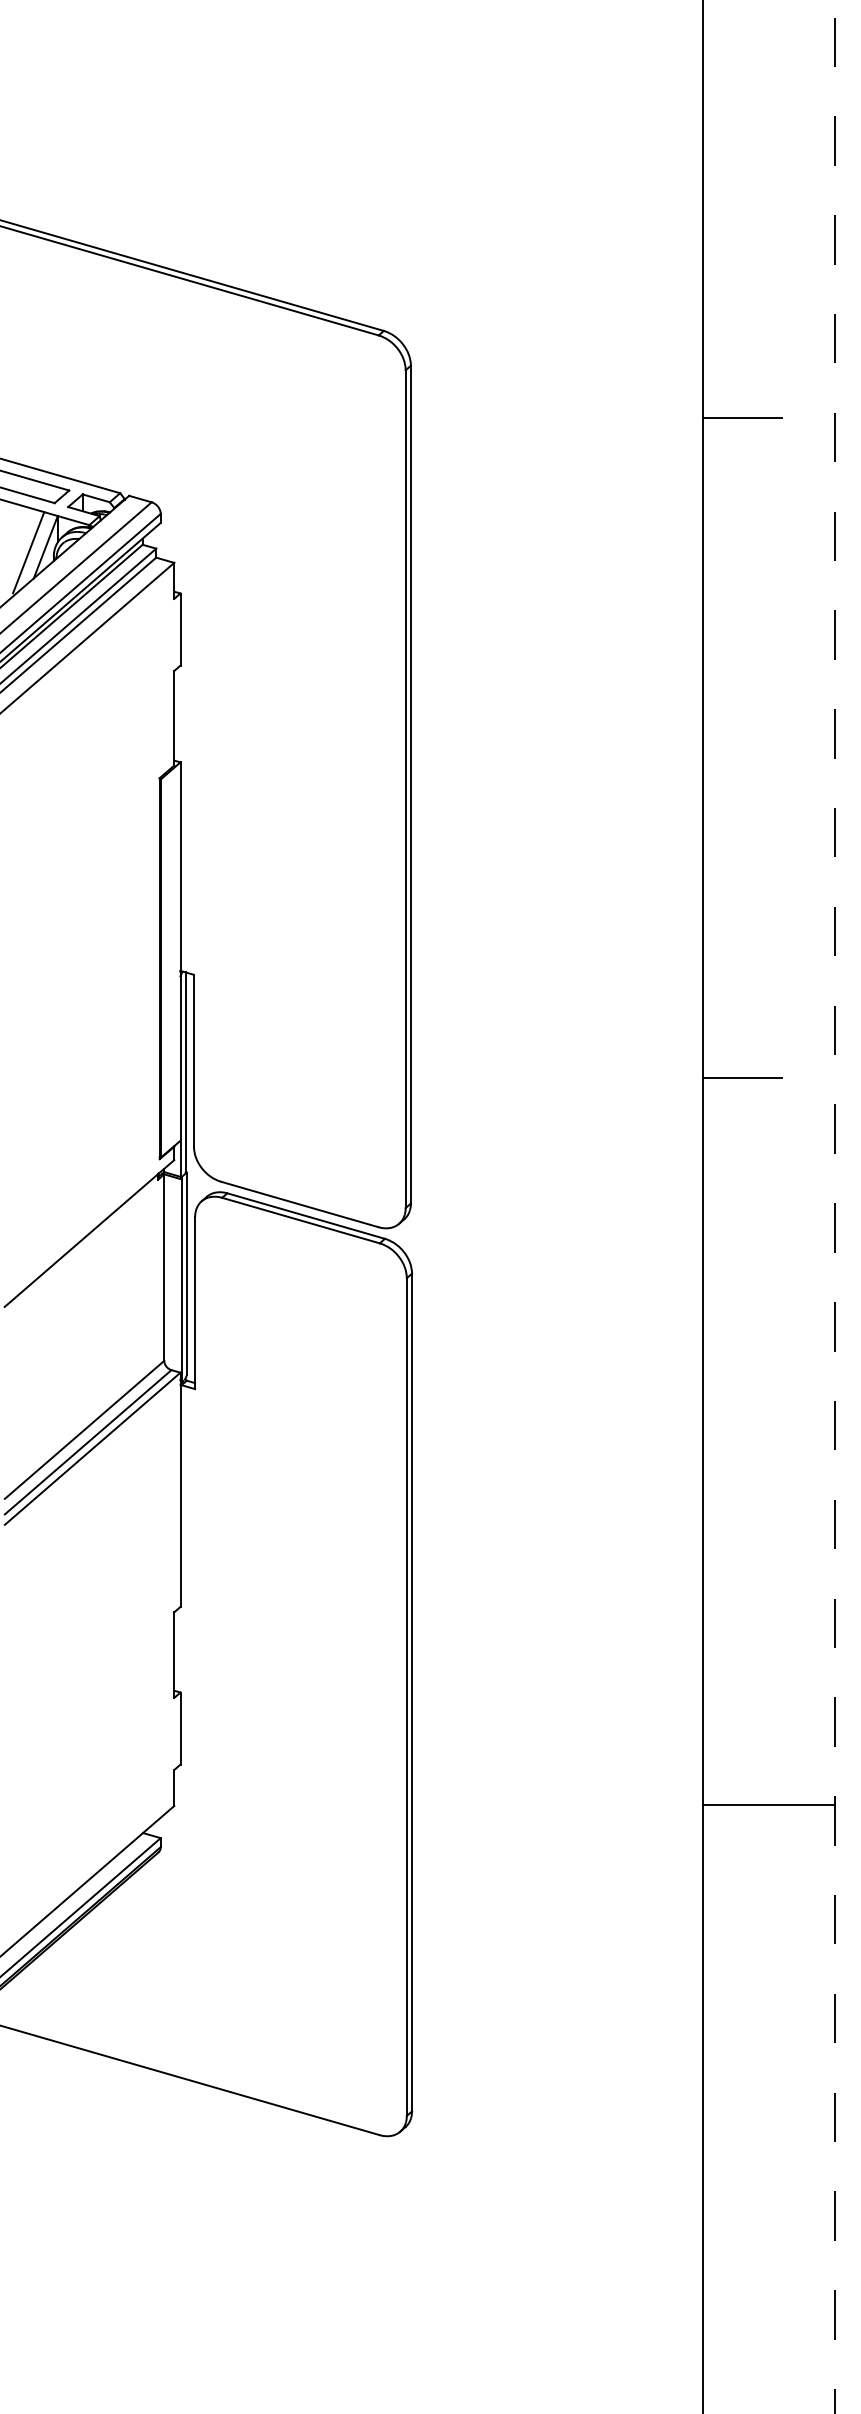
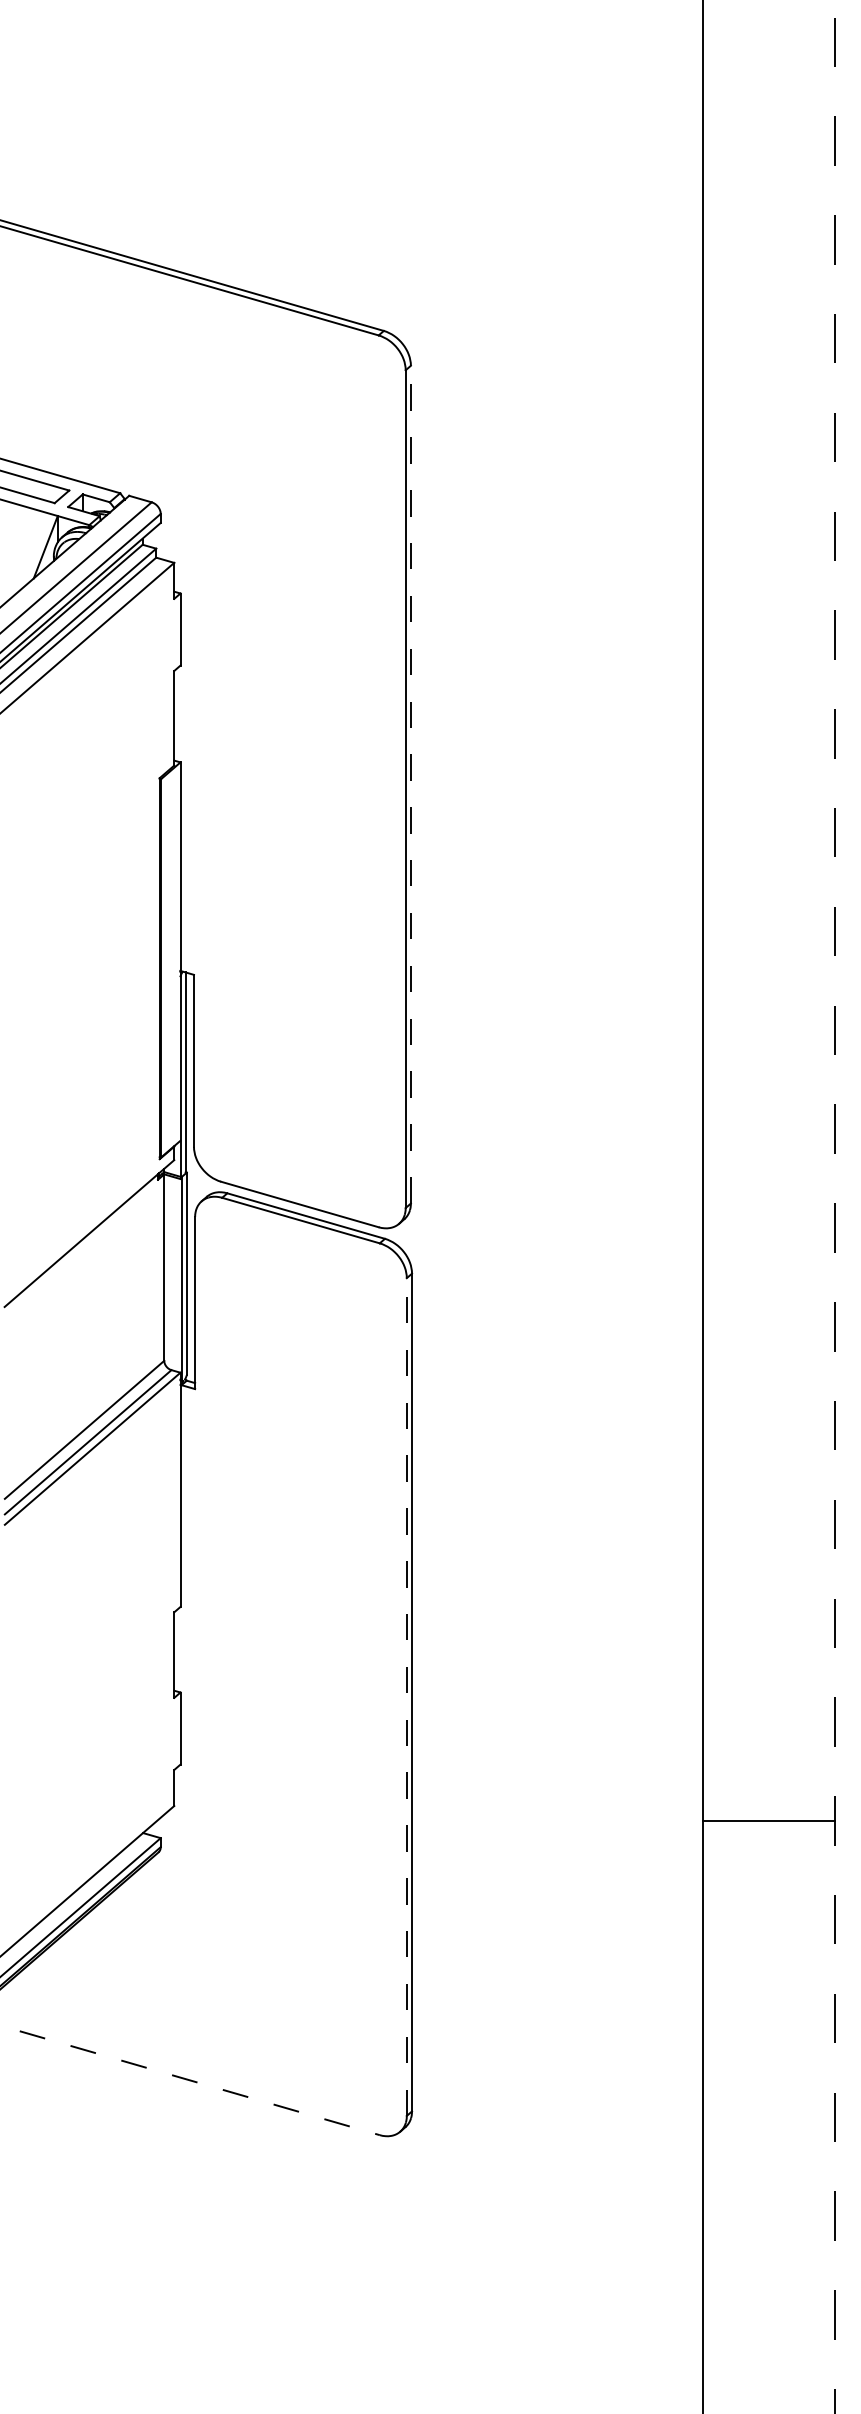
line at (742, 417): present -> none
line at (28, 552): present -> none
line at (410, 784): solid -> dashed
line at (742, 1078): present -> none
line at (406, 1697): solid -> dashed
line at (769, 1804) position: (769, 1804) -> (769, 1820)
line at (190, 2080): solid -> dashed
